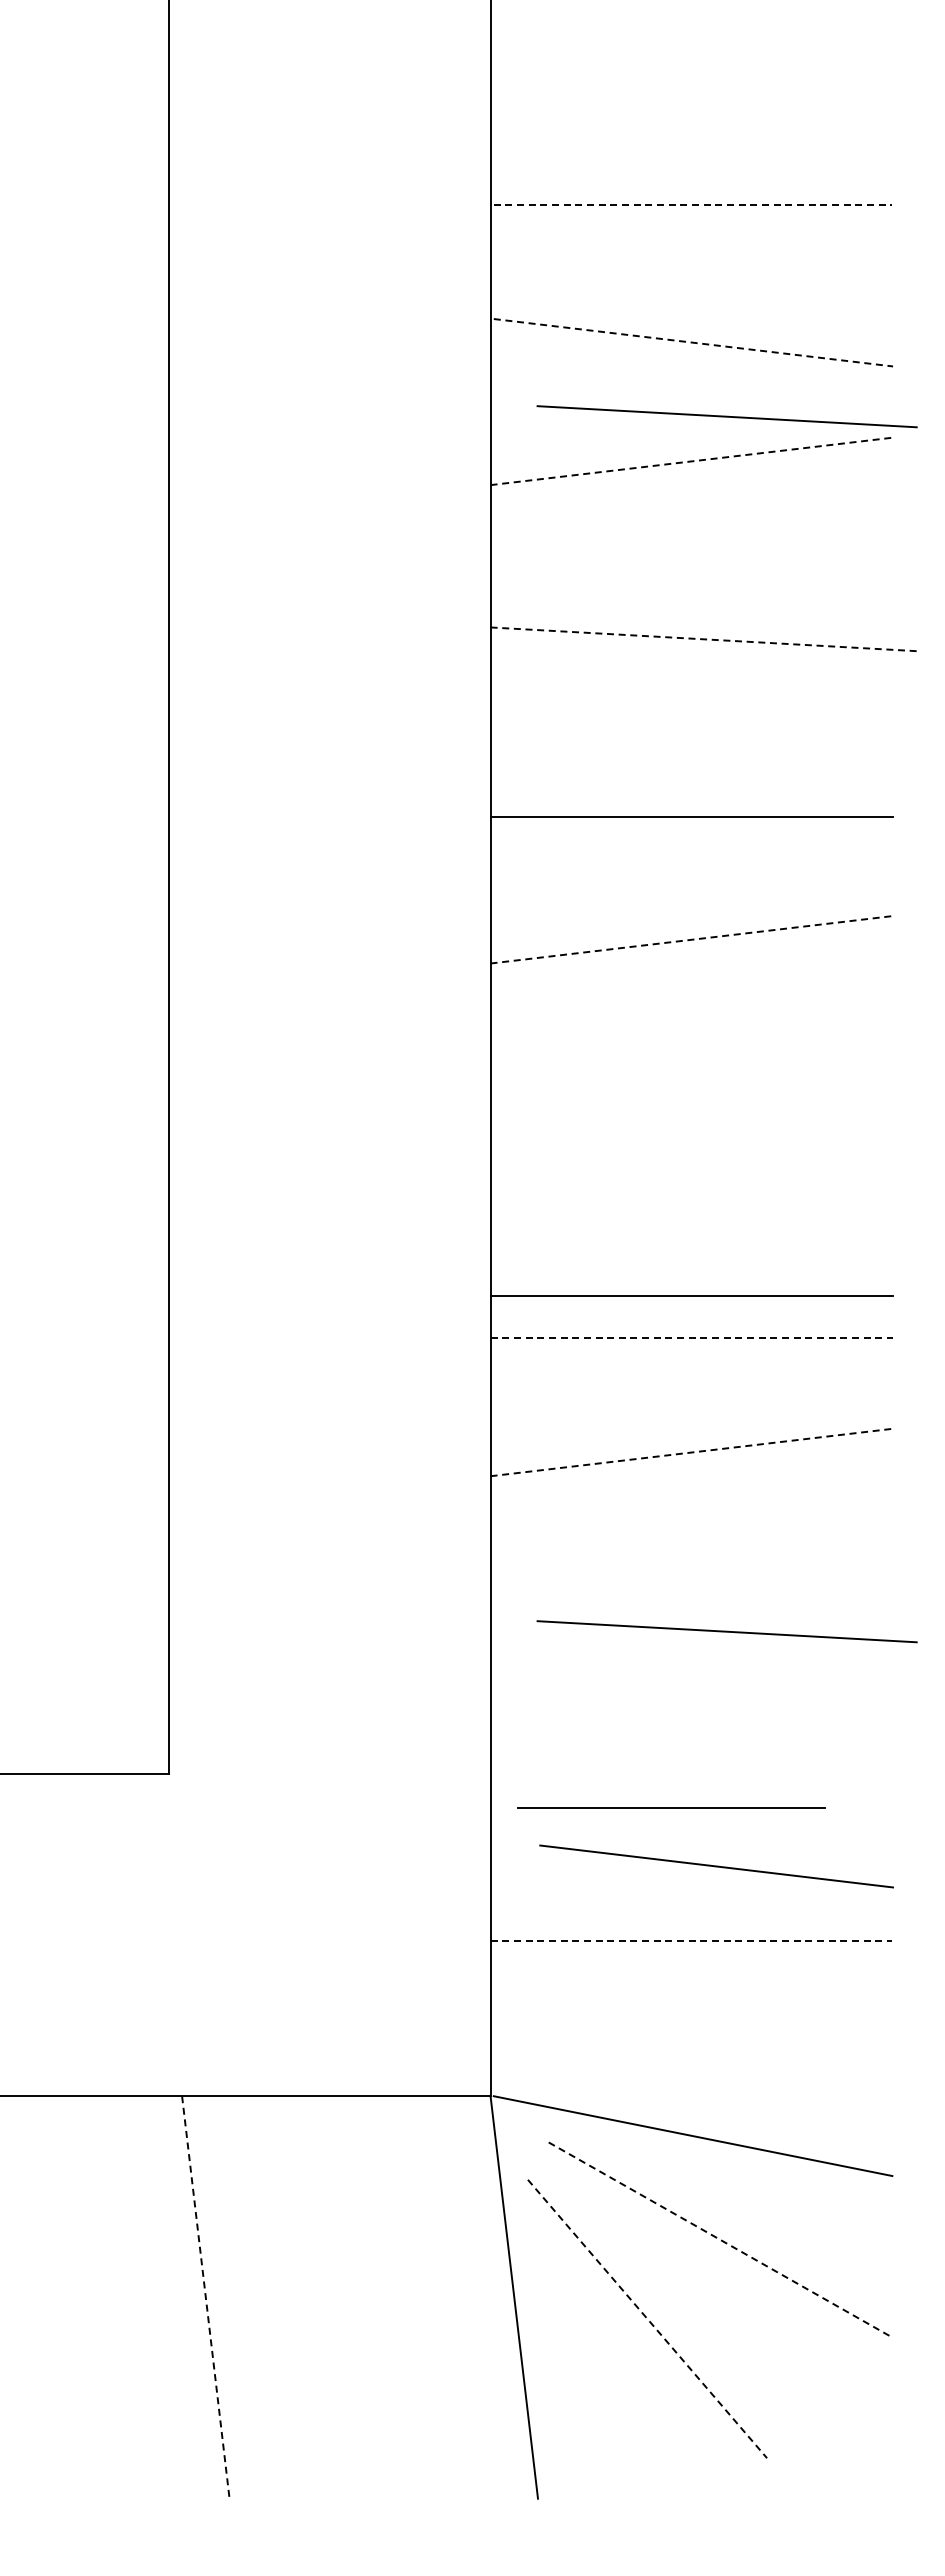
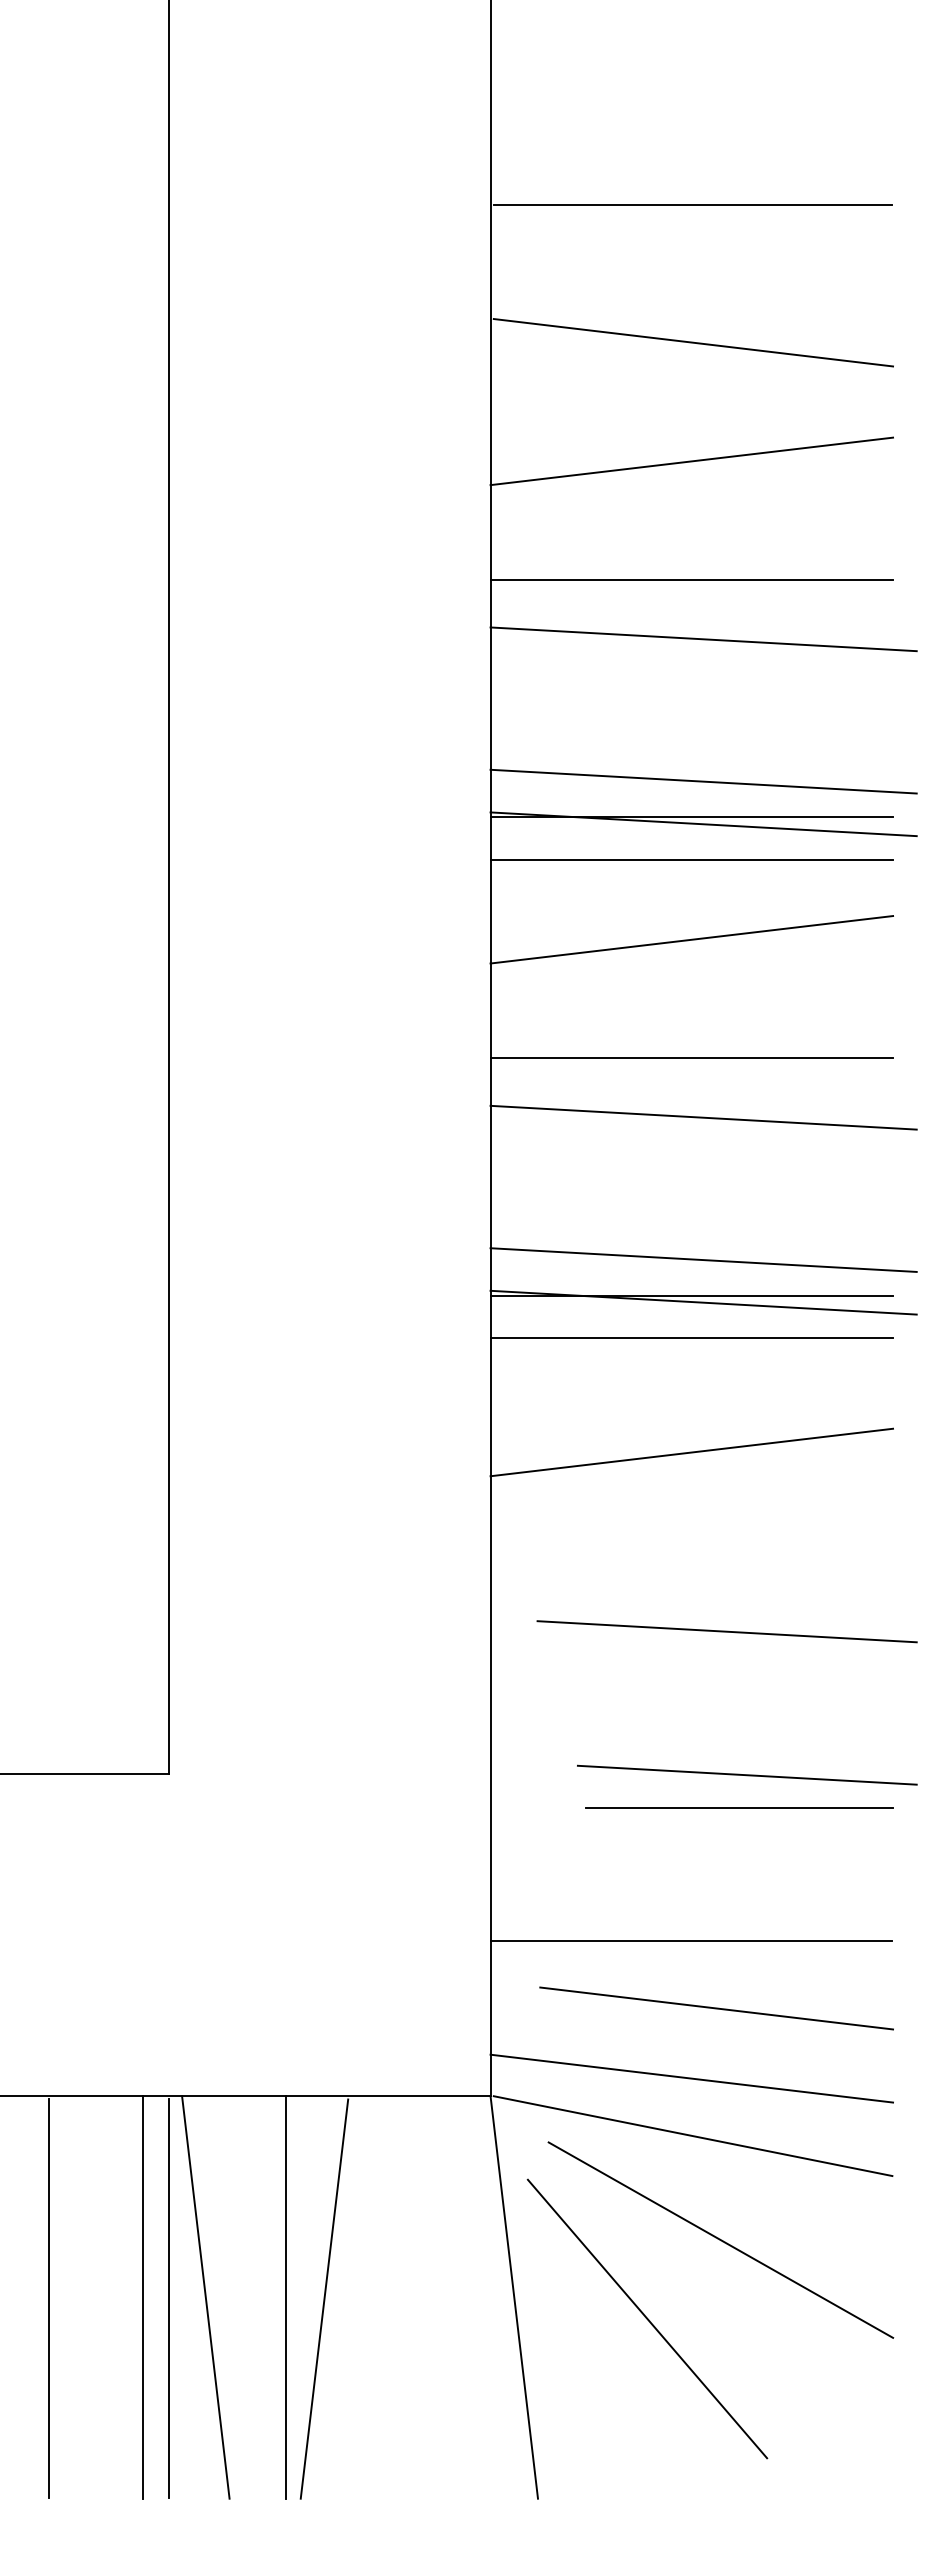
line at (693, 204): dashed -> solid
line at (693, 342): dashed -> solid
line at (726, 416): present -> none
line at (691, 461): dashed -> solid
line at (691, 579): none -> present
line at (704, 639): dashed -> solid
line at (703, 781): none -> present
line at (703, 824): none -> present
line at (691, 859): none -> present
line at (691, 939): dashed -> solid
line at (691, 1058): none -> present
line at (703, 1117): none -> present
line at (703, 1259): none -> present
line at (703, 1302): none -> present
line at (692, 1338): dashed -> solid
line at (691, 1452): dashed -> solid
line at (746, 1774): none -> present
line at (671, 1807) position: (671, 1807) -> (739, 1807)
line at (716, 1866) position: (716, 1866) -> (716, 2008)
line at (691, 1940): dashed -> solid
line at (691, 2078): none -> present
line at (720, 2240): dashed -> solid
line at (143, 2297): none -> present
line at (205, 2297): dashed -> solid
line at (285, 2297): none -> present
line at (49, 2298): none -> present
line at (169, 2298): none -> present
line at (324, 2298): none -> present
line at (647, 2319): dashed -> solid
